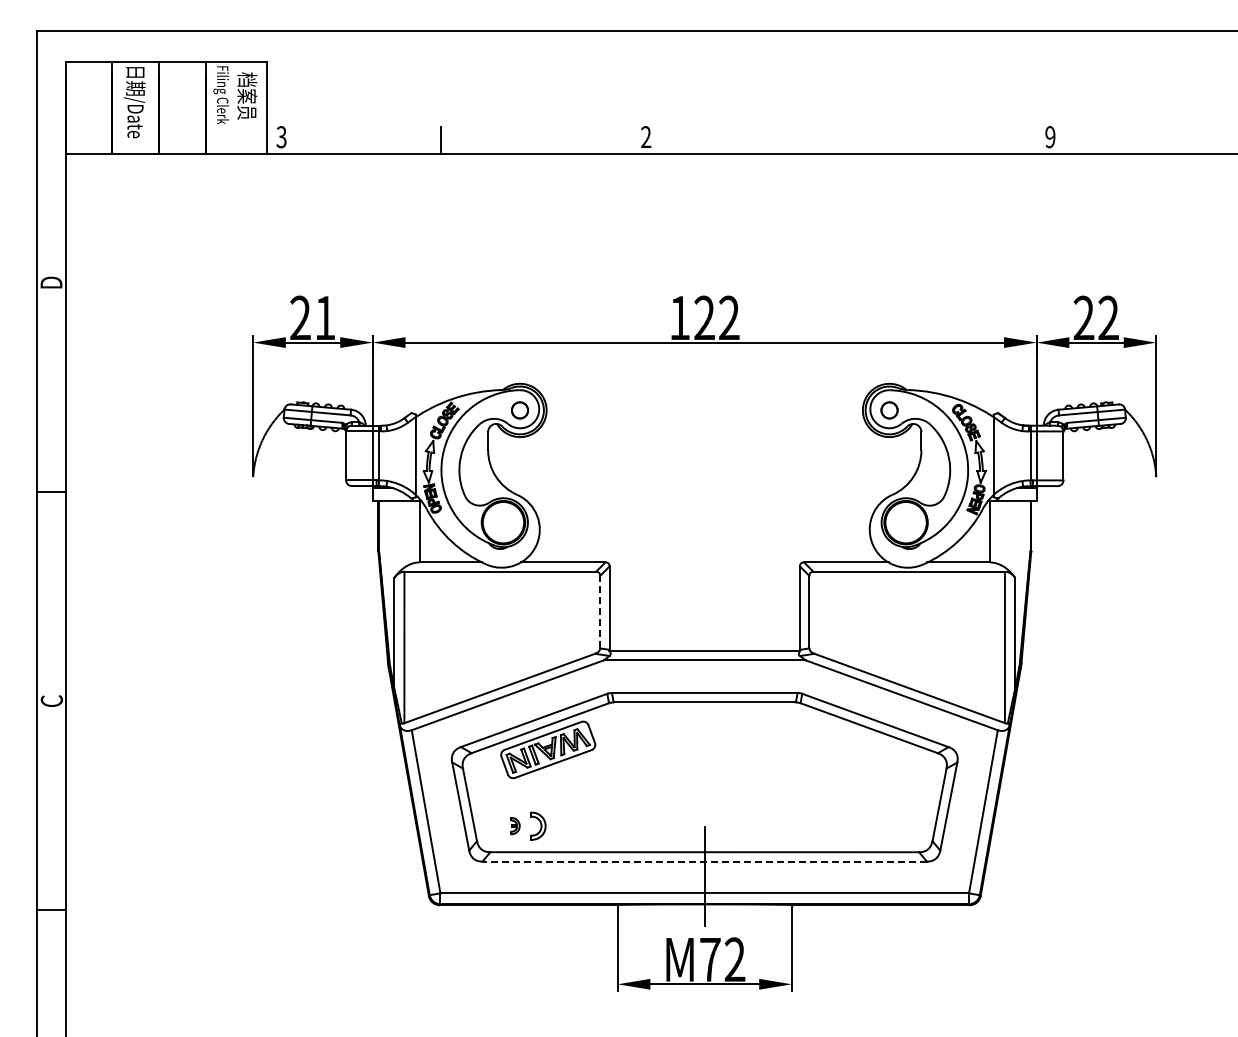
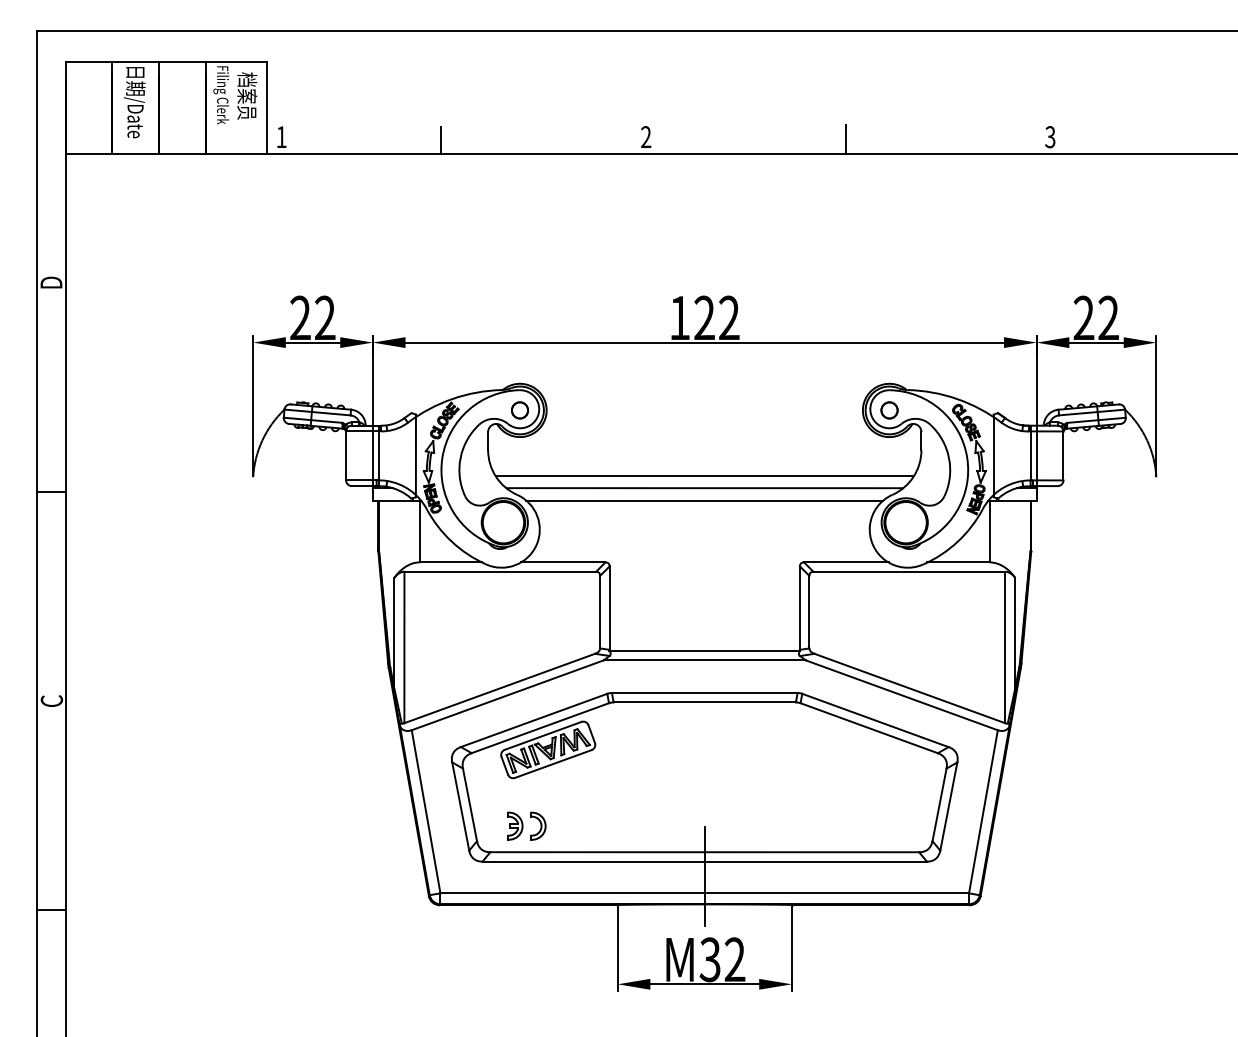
text at (281, 137): 3 -> 1
text at (1050, 137): 9 -> 3
line at (845, 138): none -> present
text at (325, 317): 21 -> 22
line at (704, 476): none -> present
line at (704, 488): none -> present
line at (704, 500): none -> present
line at (600, 611): dashed -> solid
part at (515, 826) size: 11x19 px -> 17x30 px
line at (704, 861): dashed -> solid
text at (709, 959): M72 -> M32
